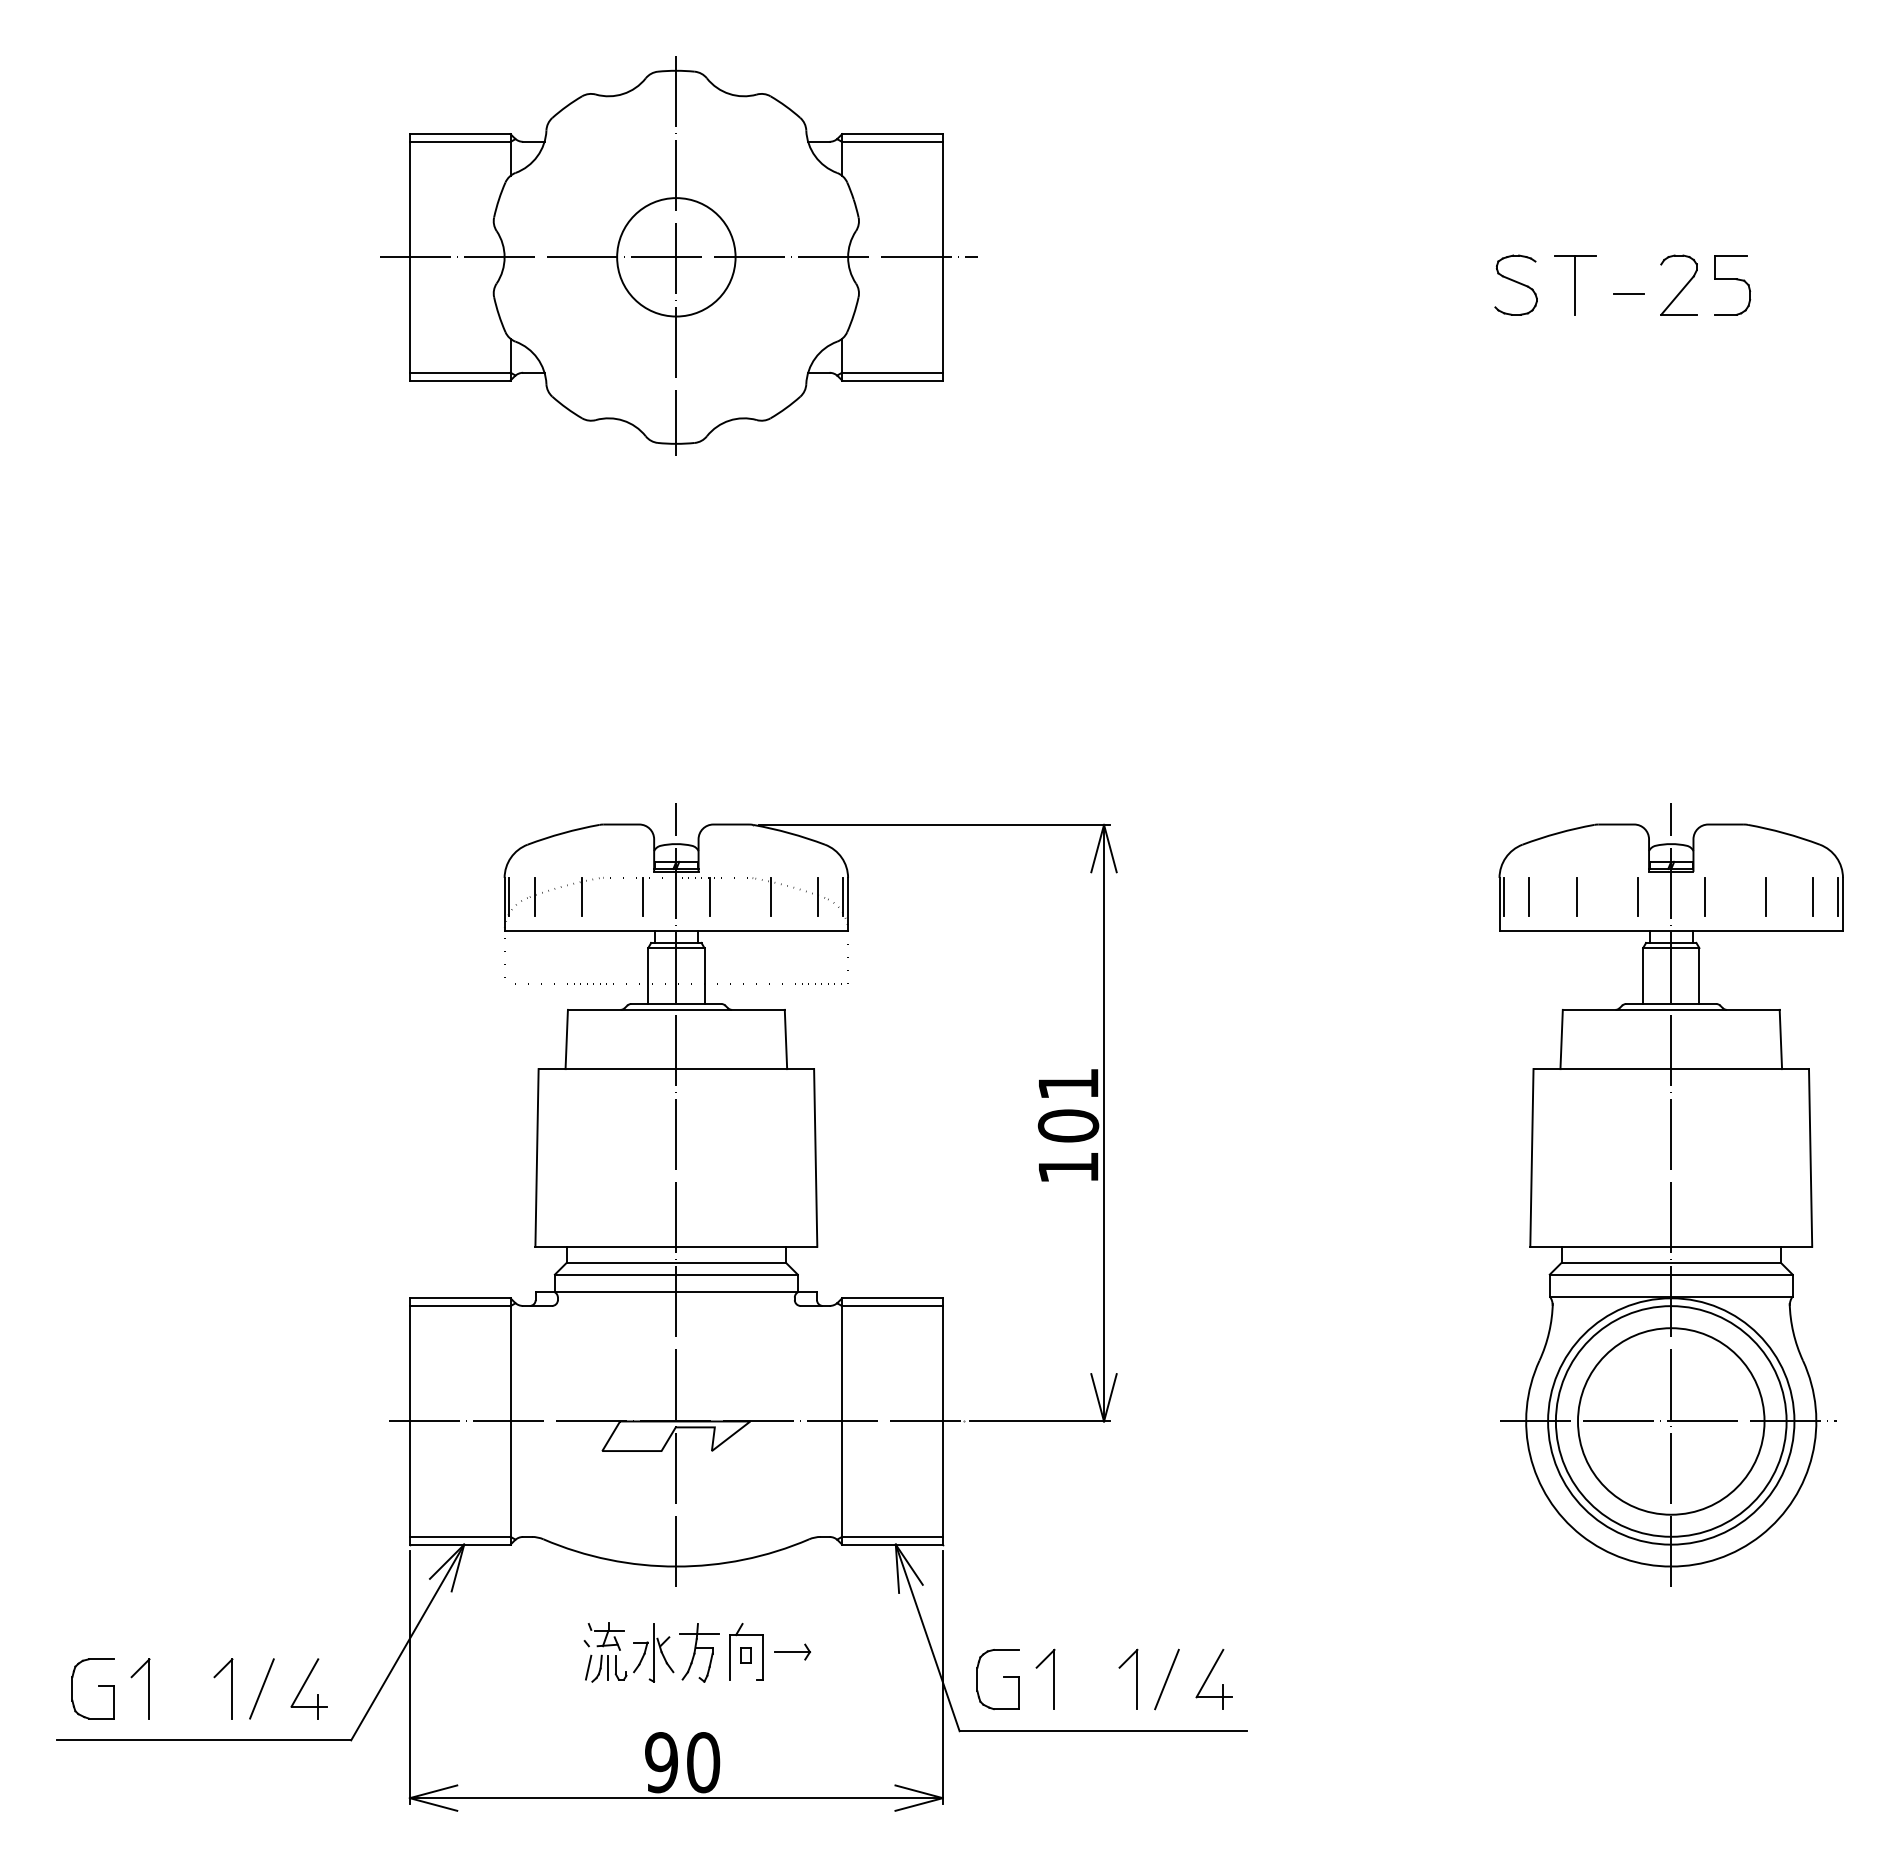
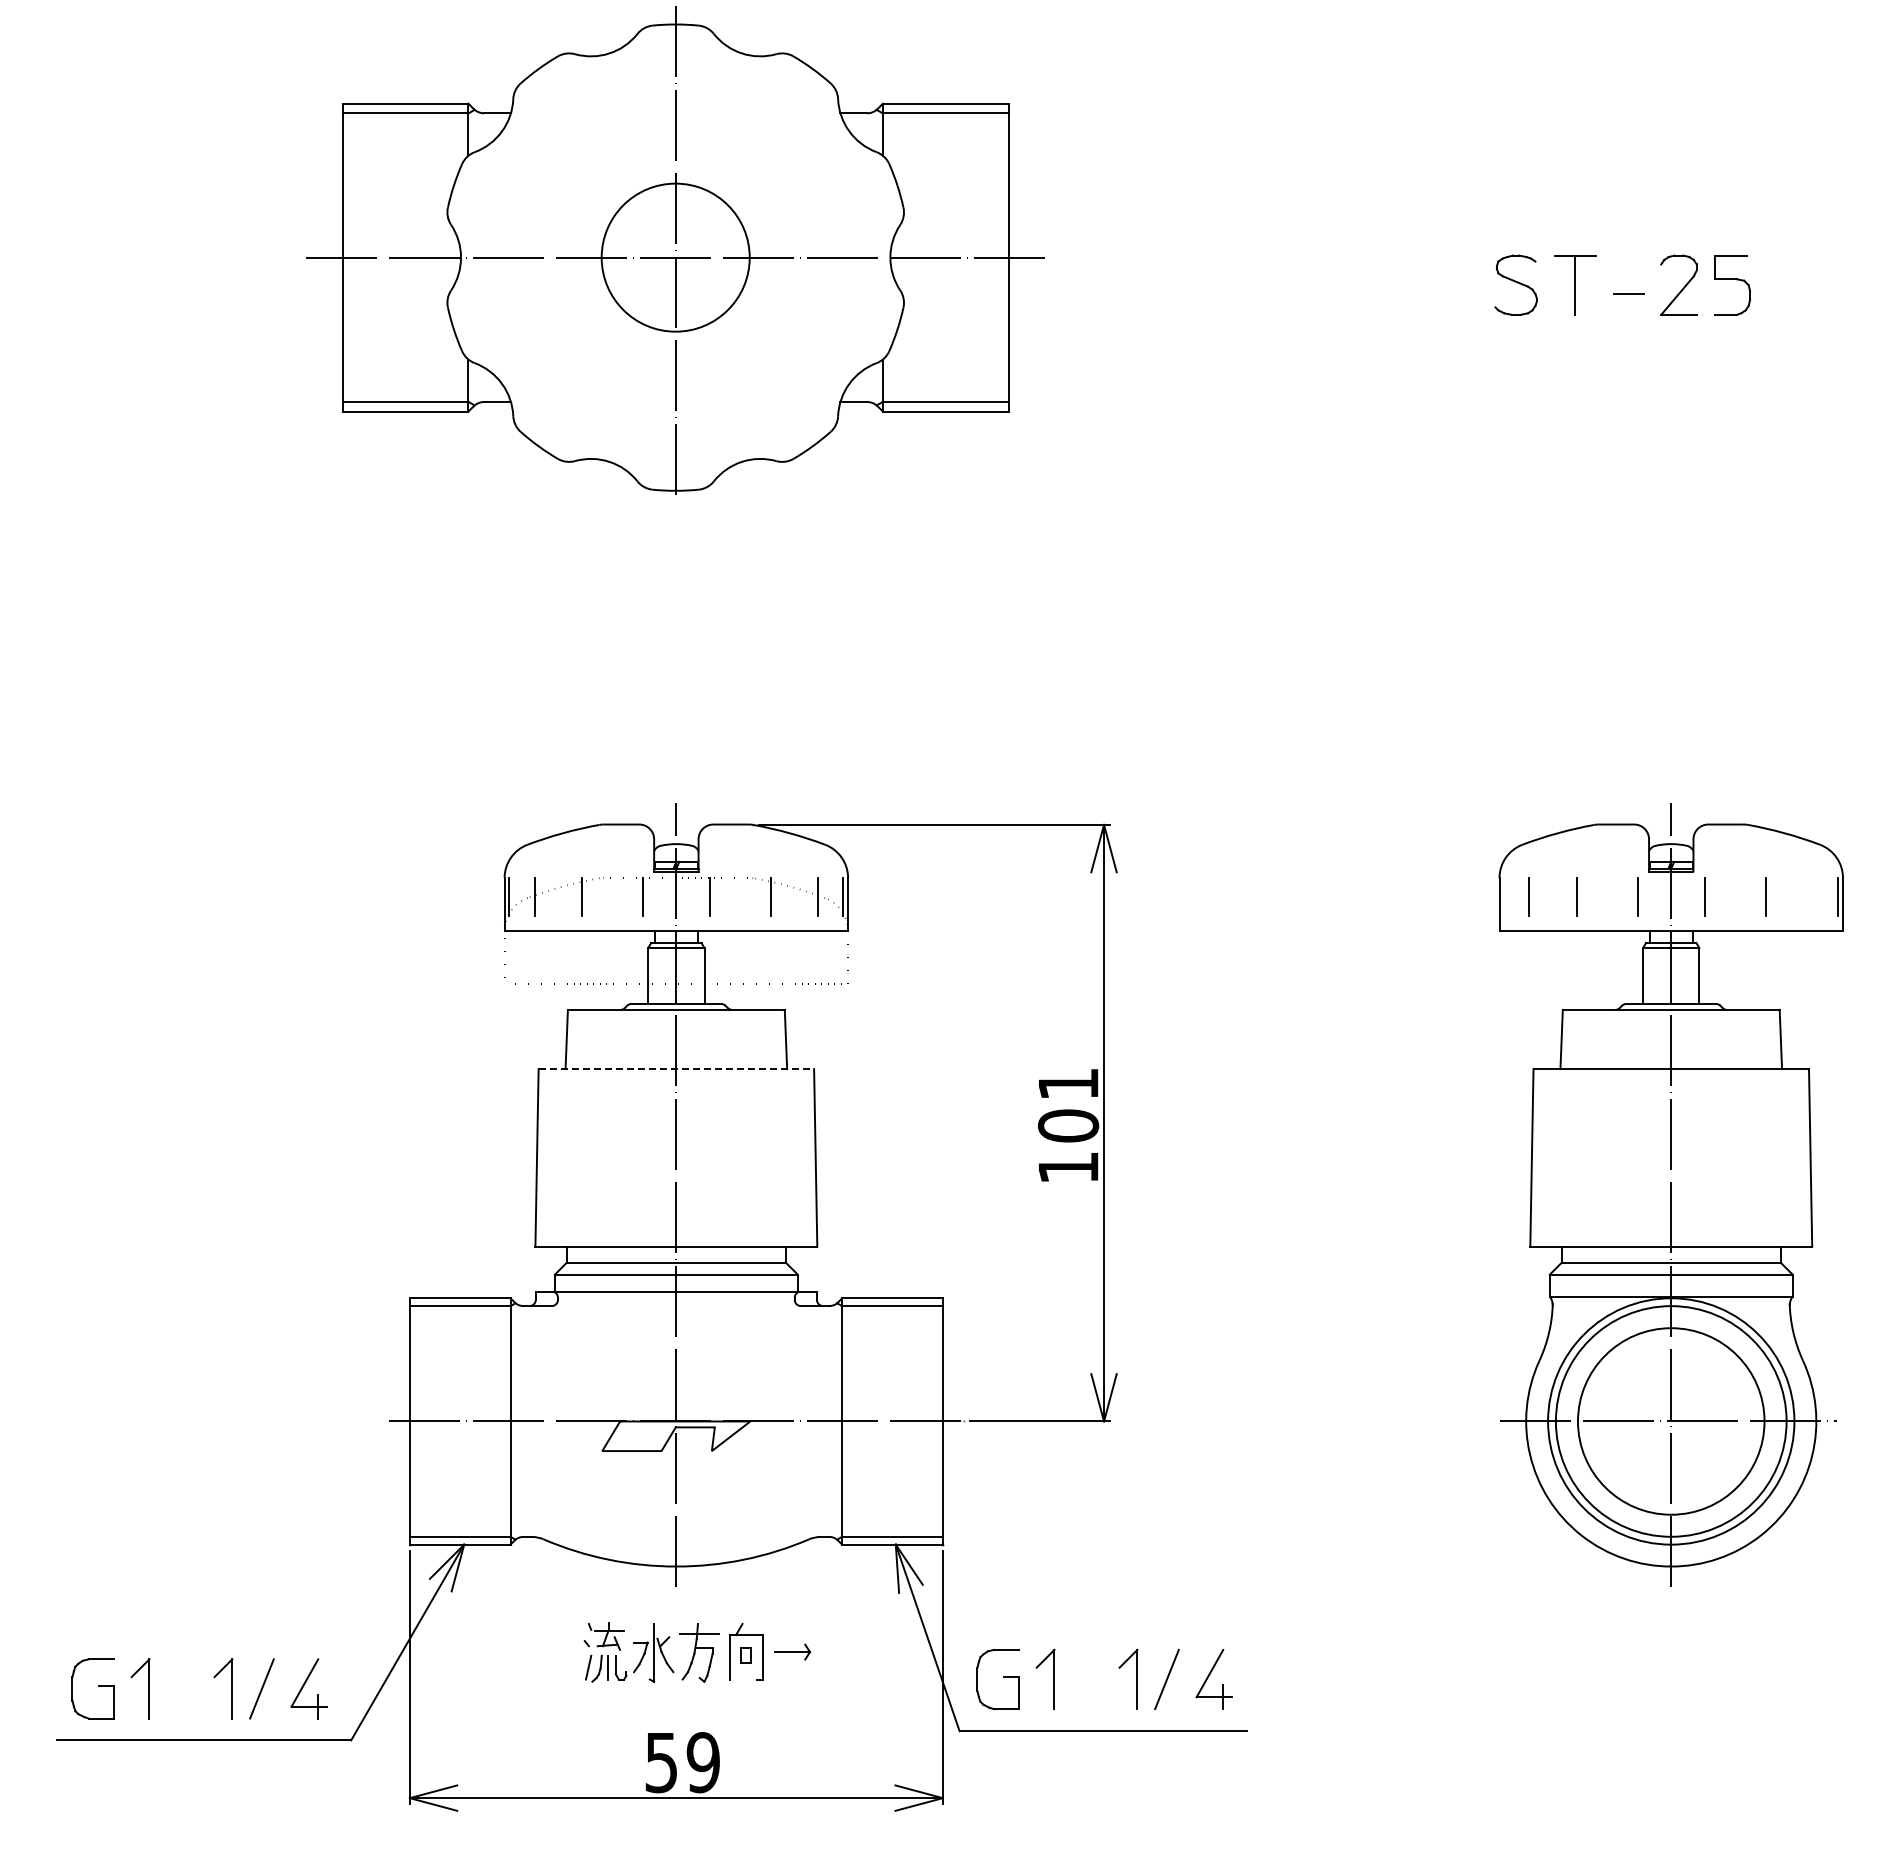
part at (678, 255) size: 598x400 px -> 739x489 px
line at (1504, 896): present -> none
line at (1813, 896): present -> none
line at (676, 1069): solid -> dashed
text at (682, 1762): 90 -> 59
